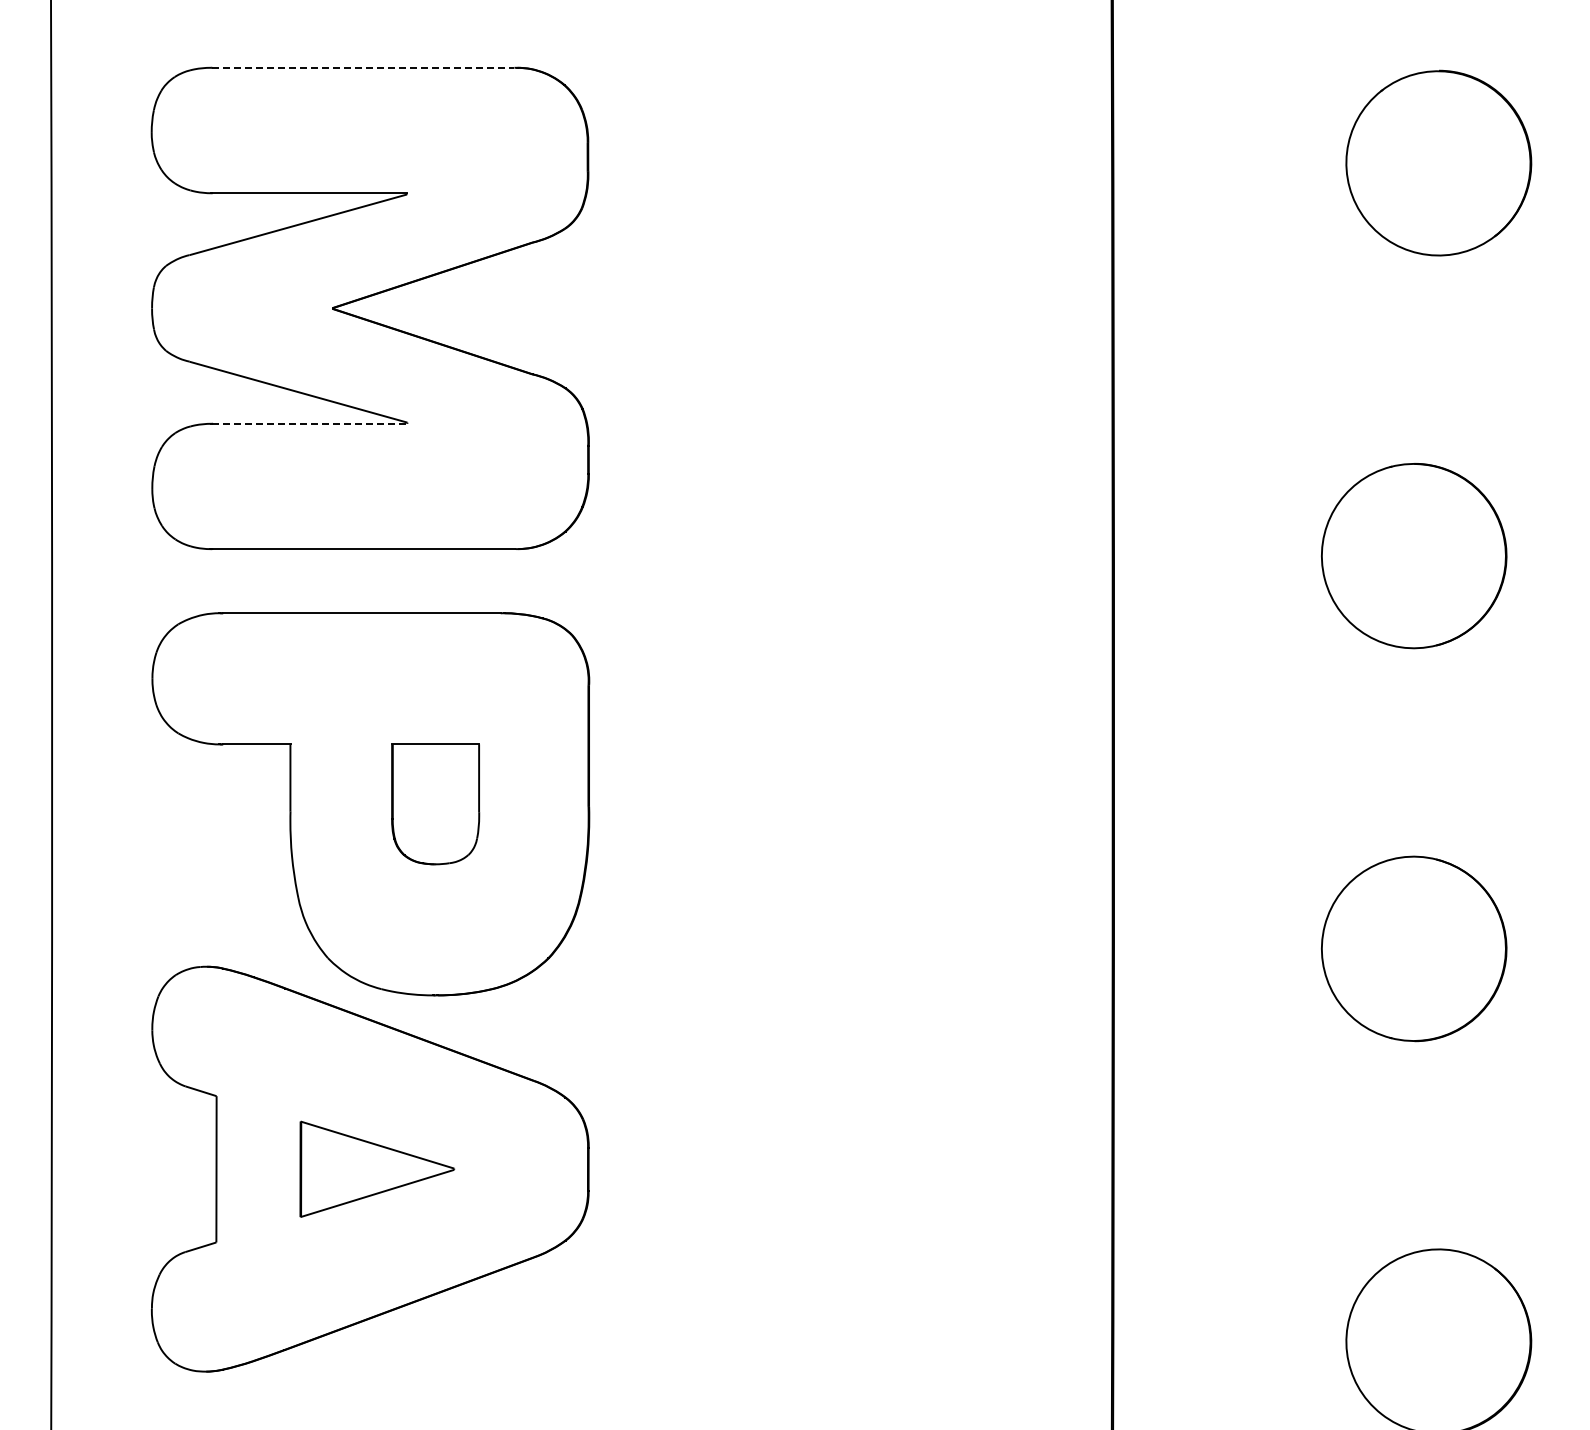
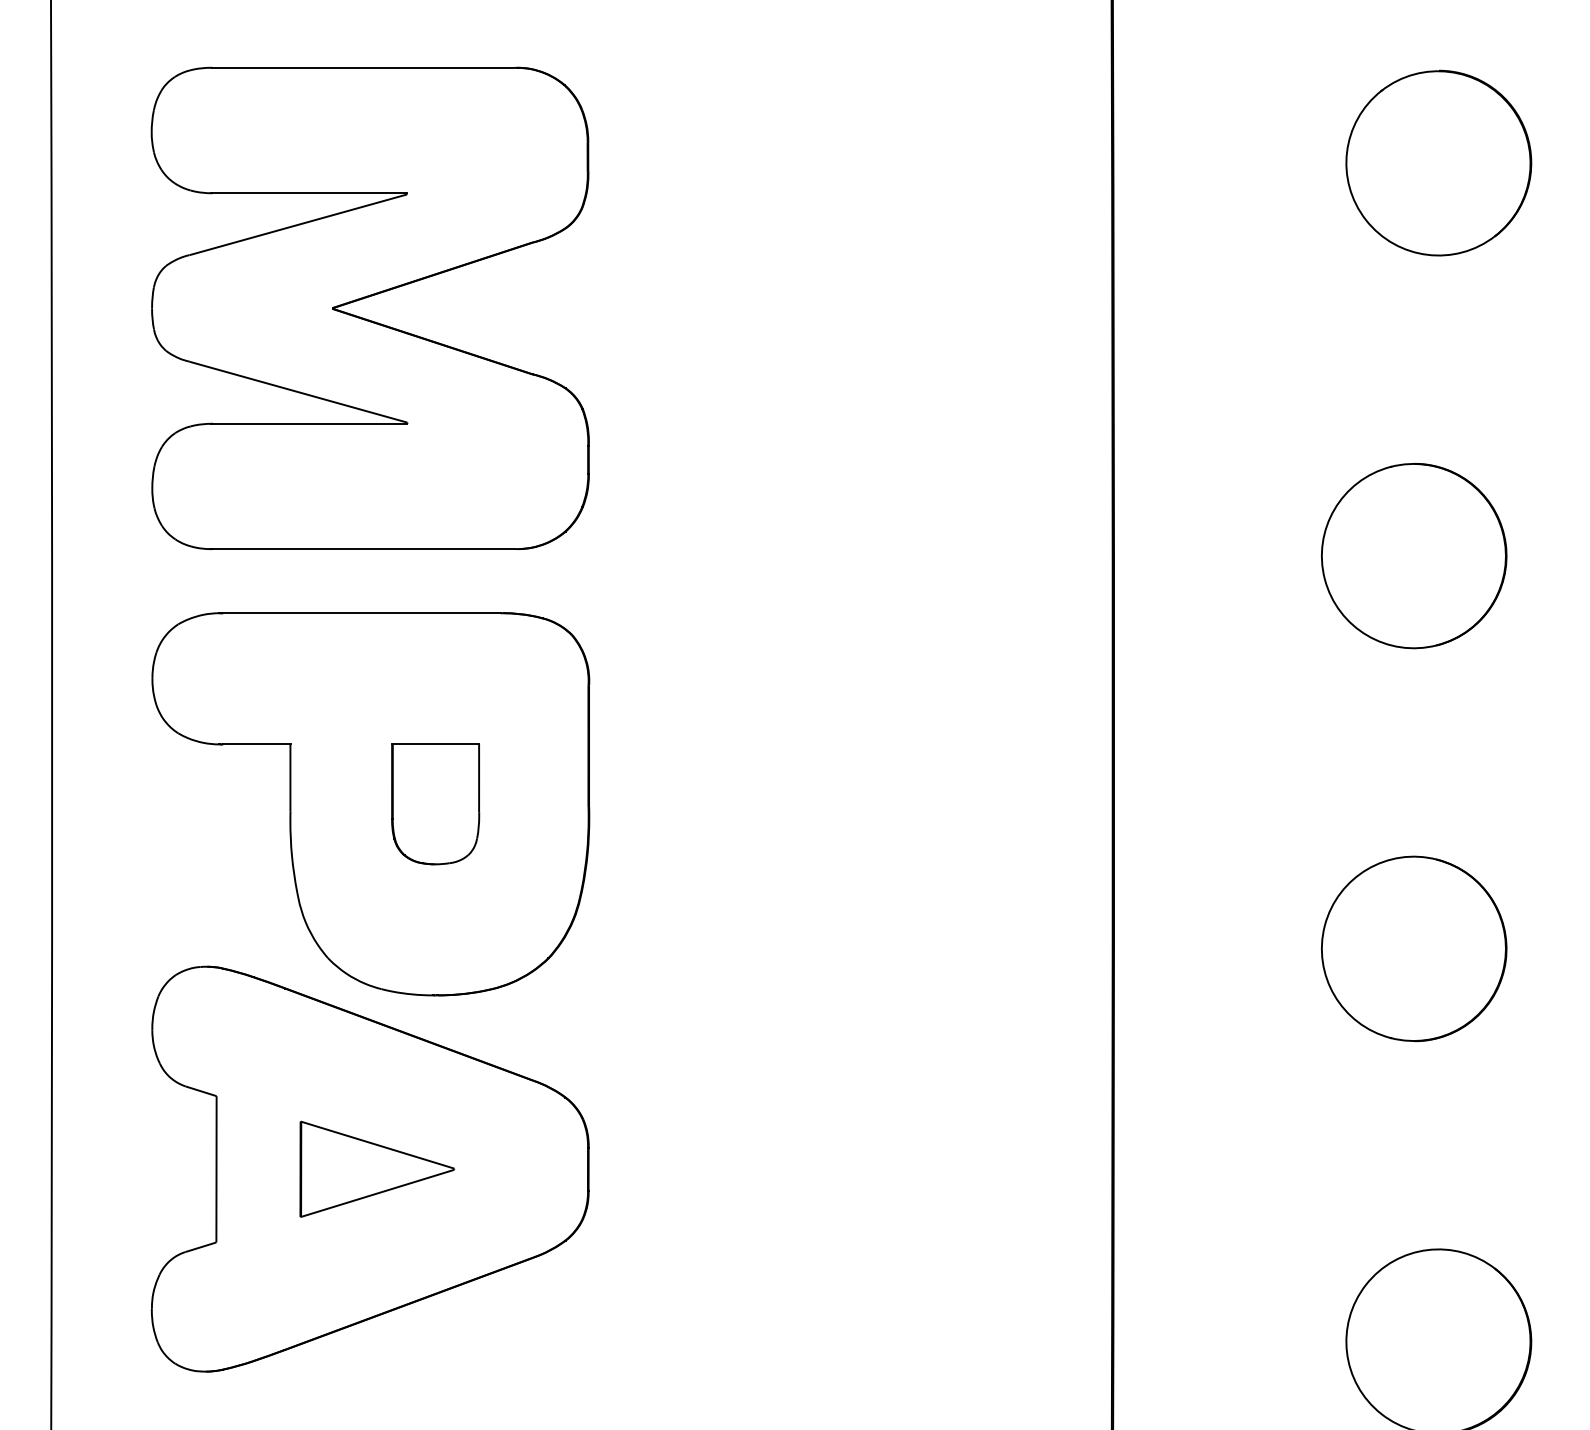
line at (363, 67): dashed -> solid
line at (309, 423): dashed -> solid
